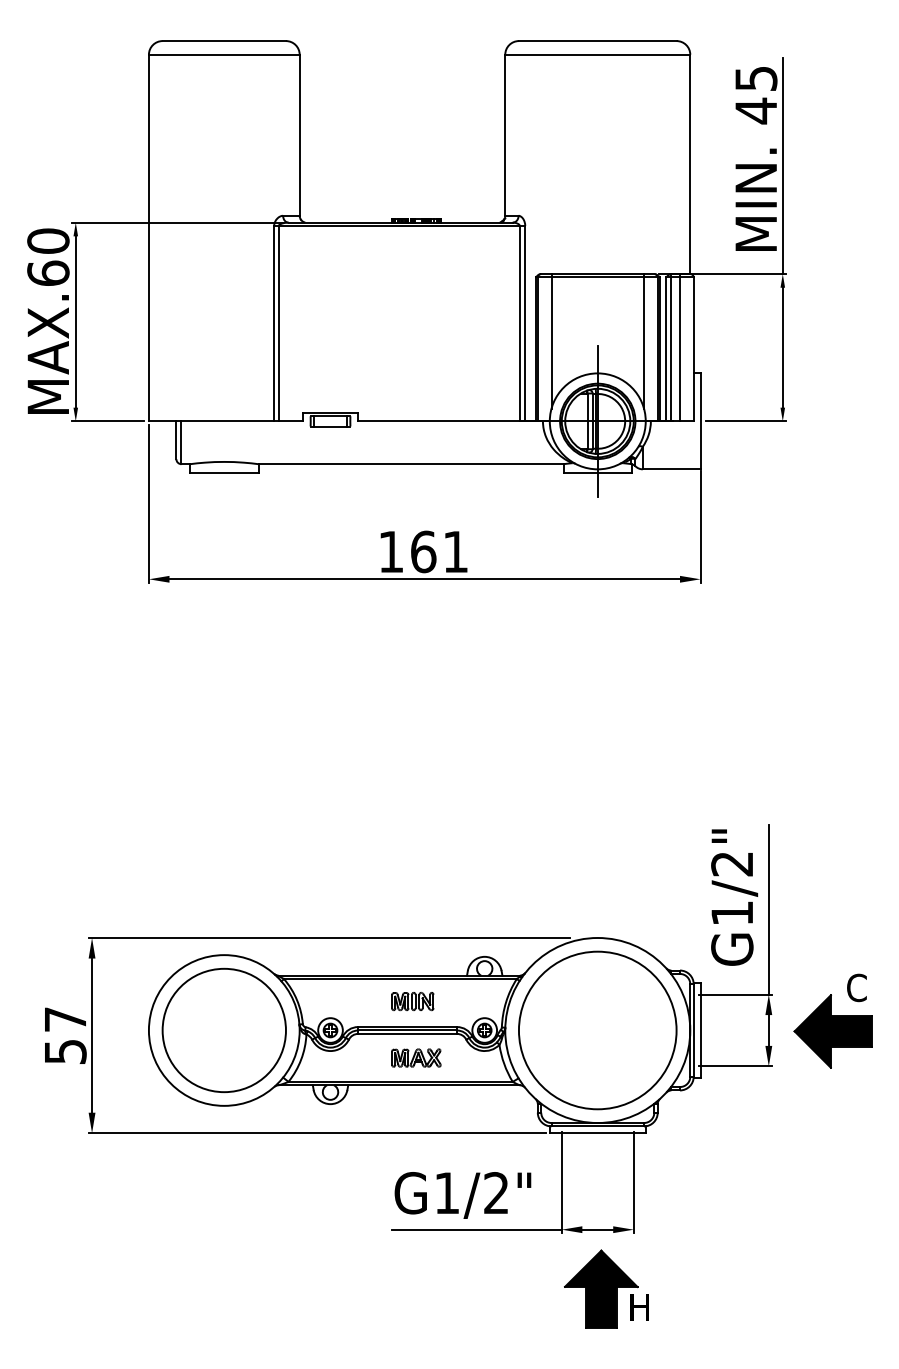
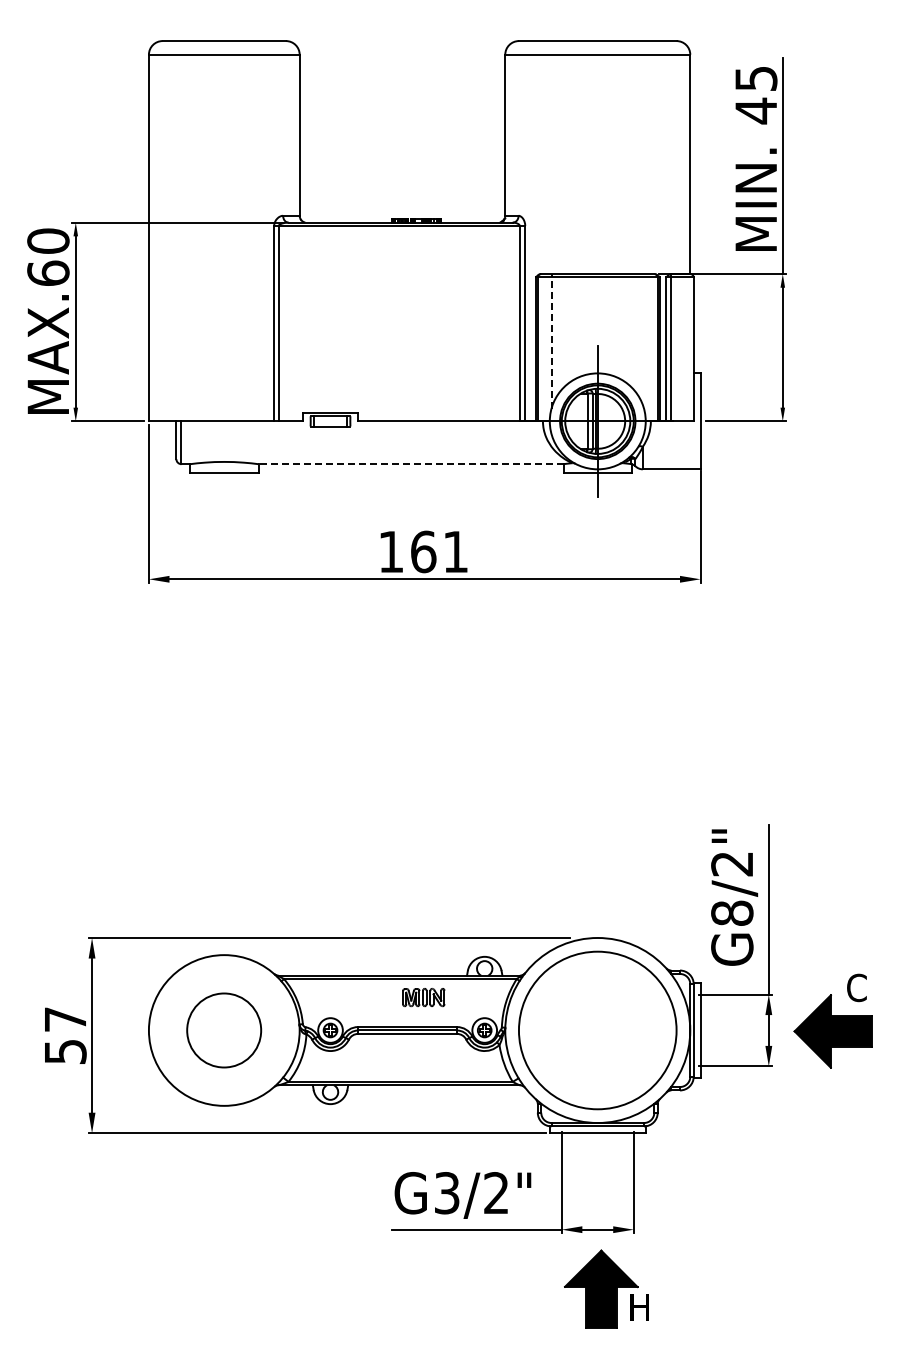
line at (551, 340): solid -> dashed
line at (644, 341): present -> none
line at (680, 347): present -> none
line at (410, 464): solid -> dashed
text at (732, 912): G1/2" -> G8/2"
part at (412, 1001) position: (412, 1001) -> (423, 997)
circle at (223, 1030) size: 126x127 px -> 77x77 px
part at (416, 1057): present -> none
text at (447, 1193): G1/2" -> G3/2"
